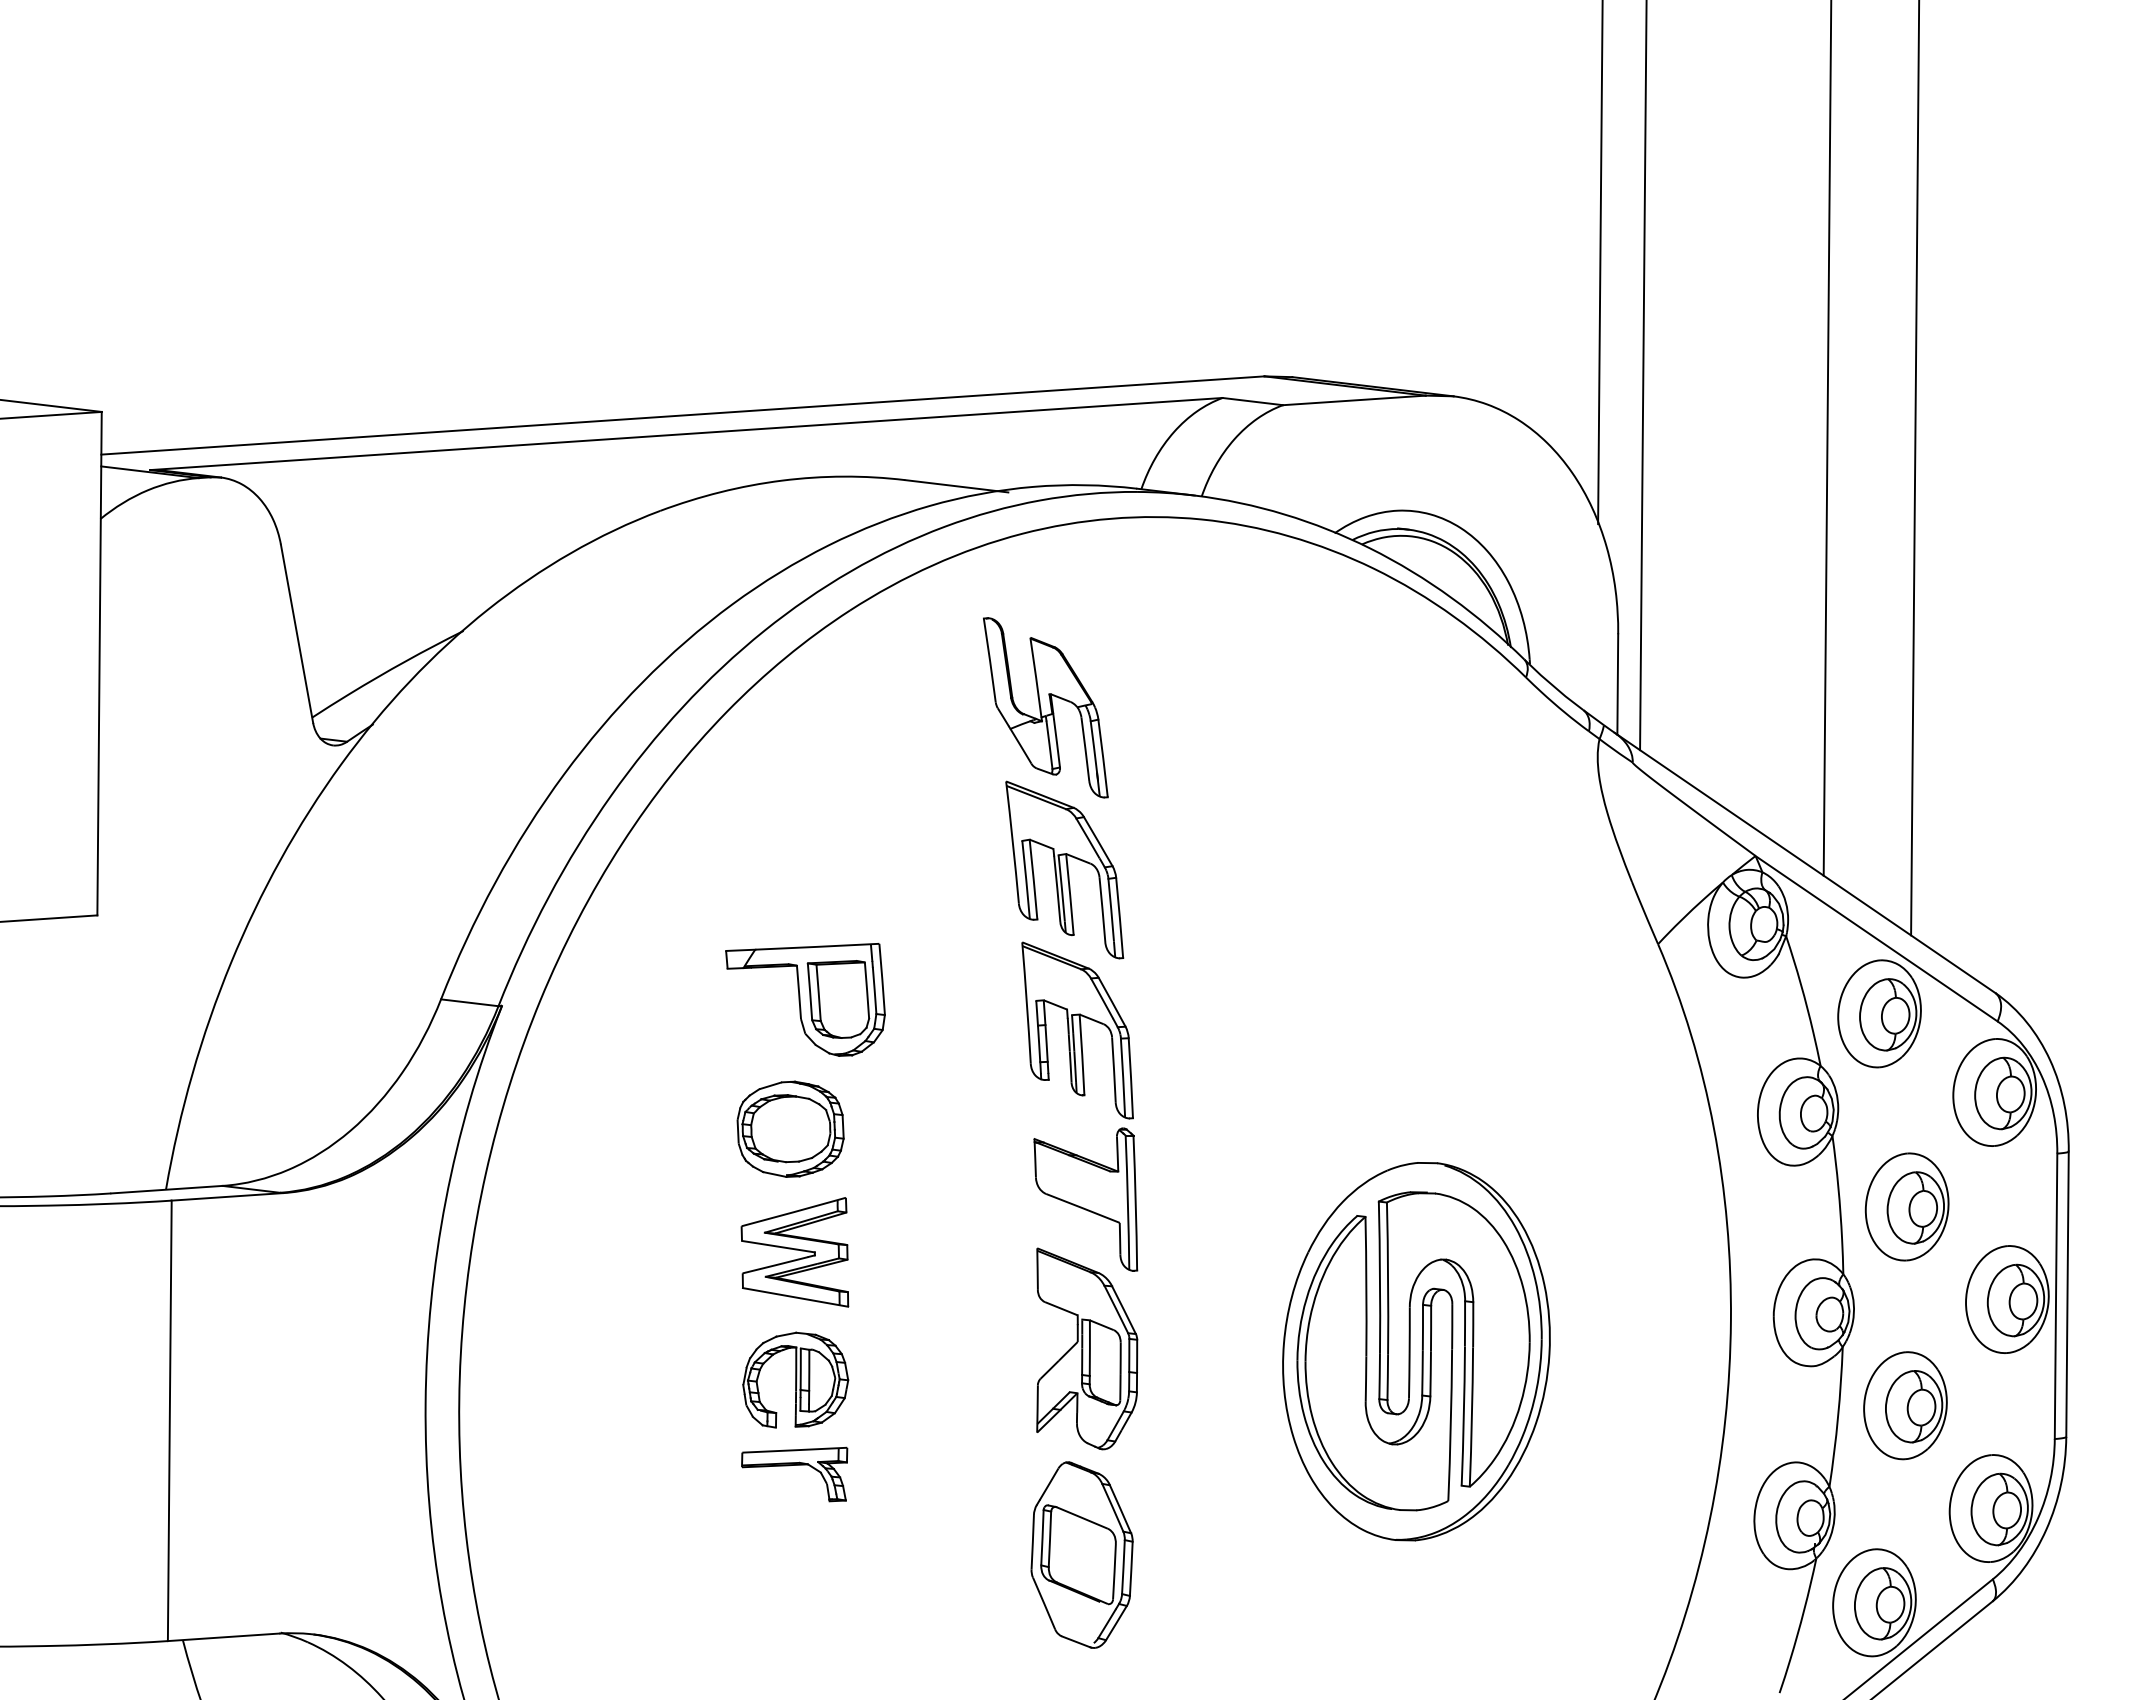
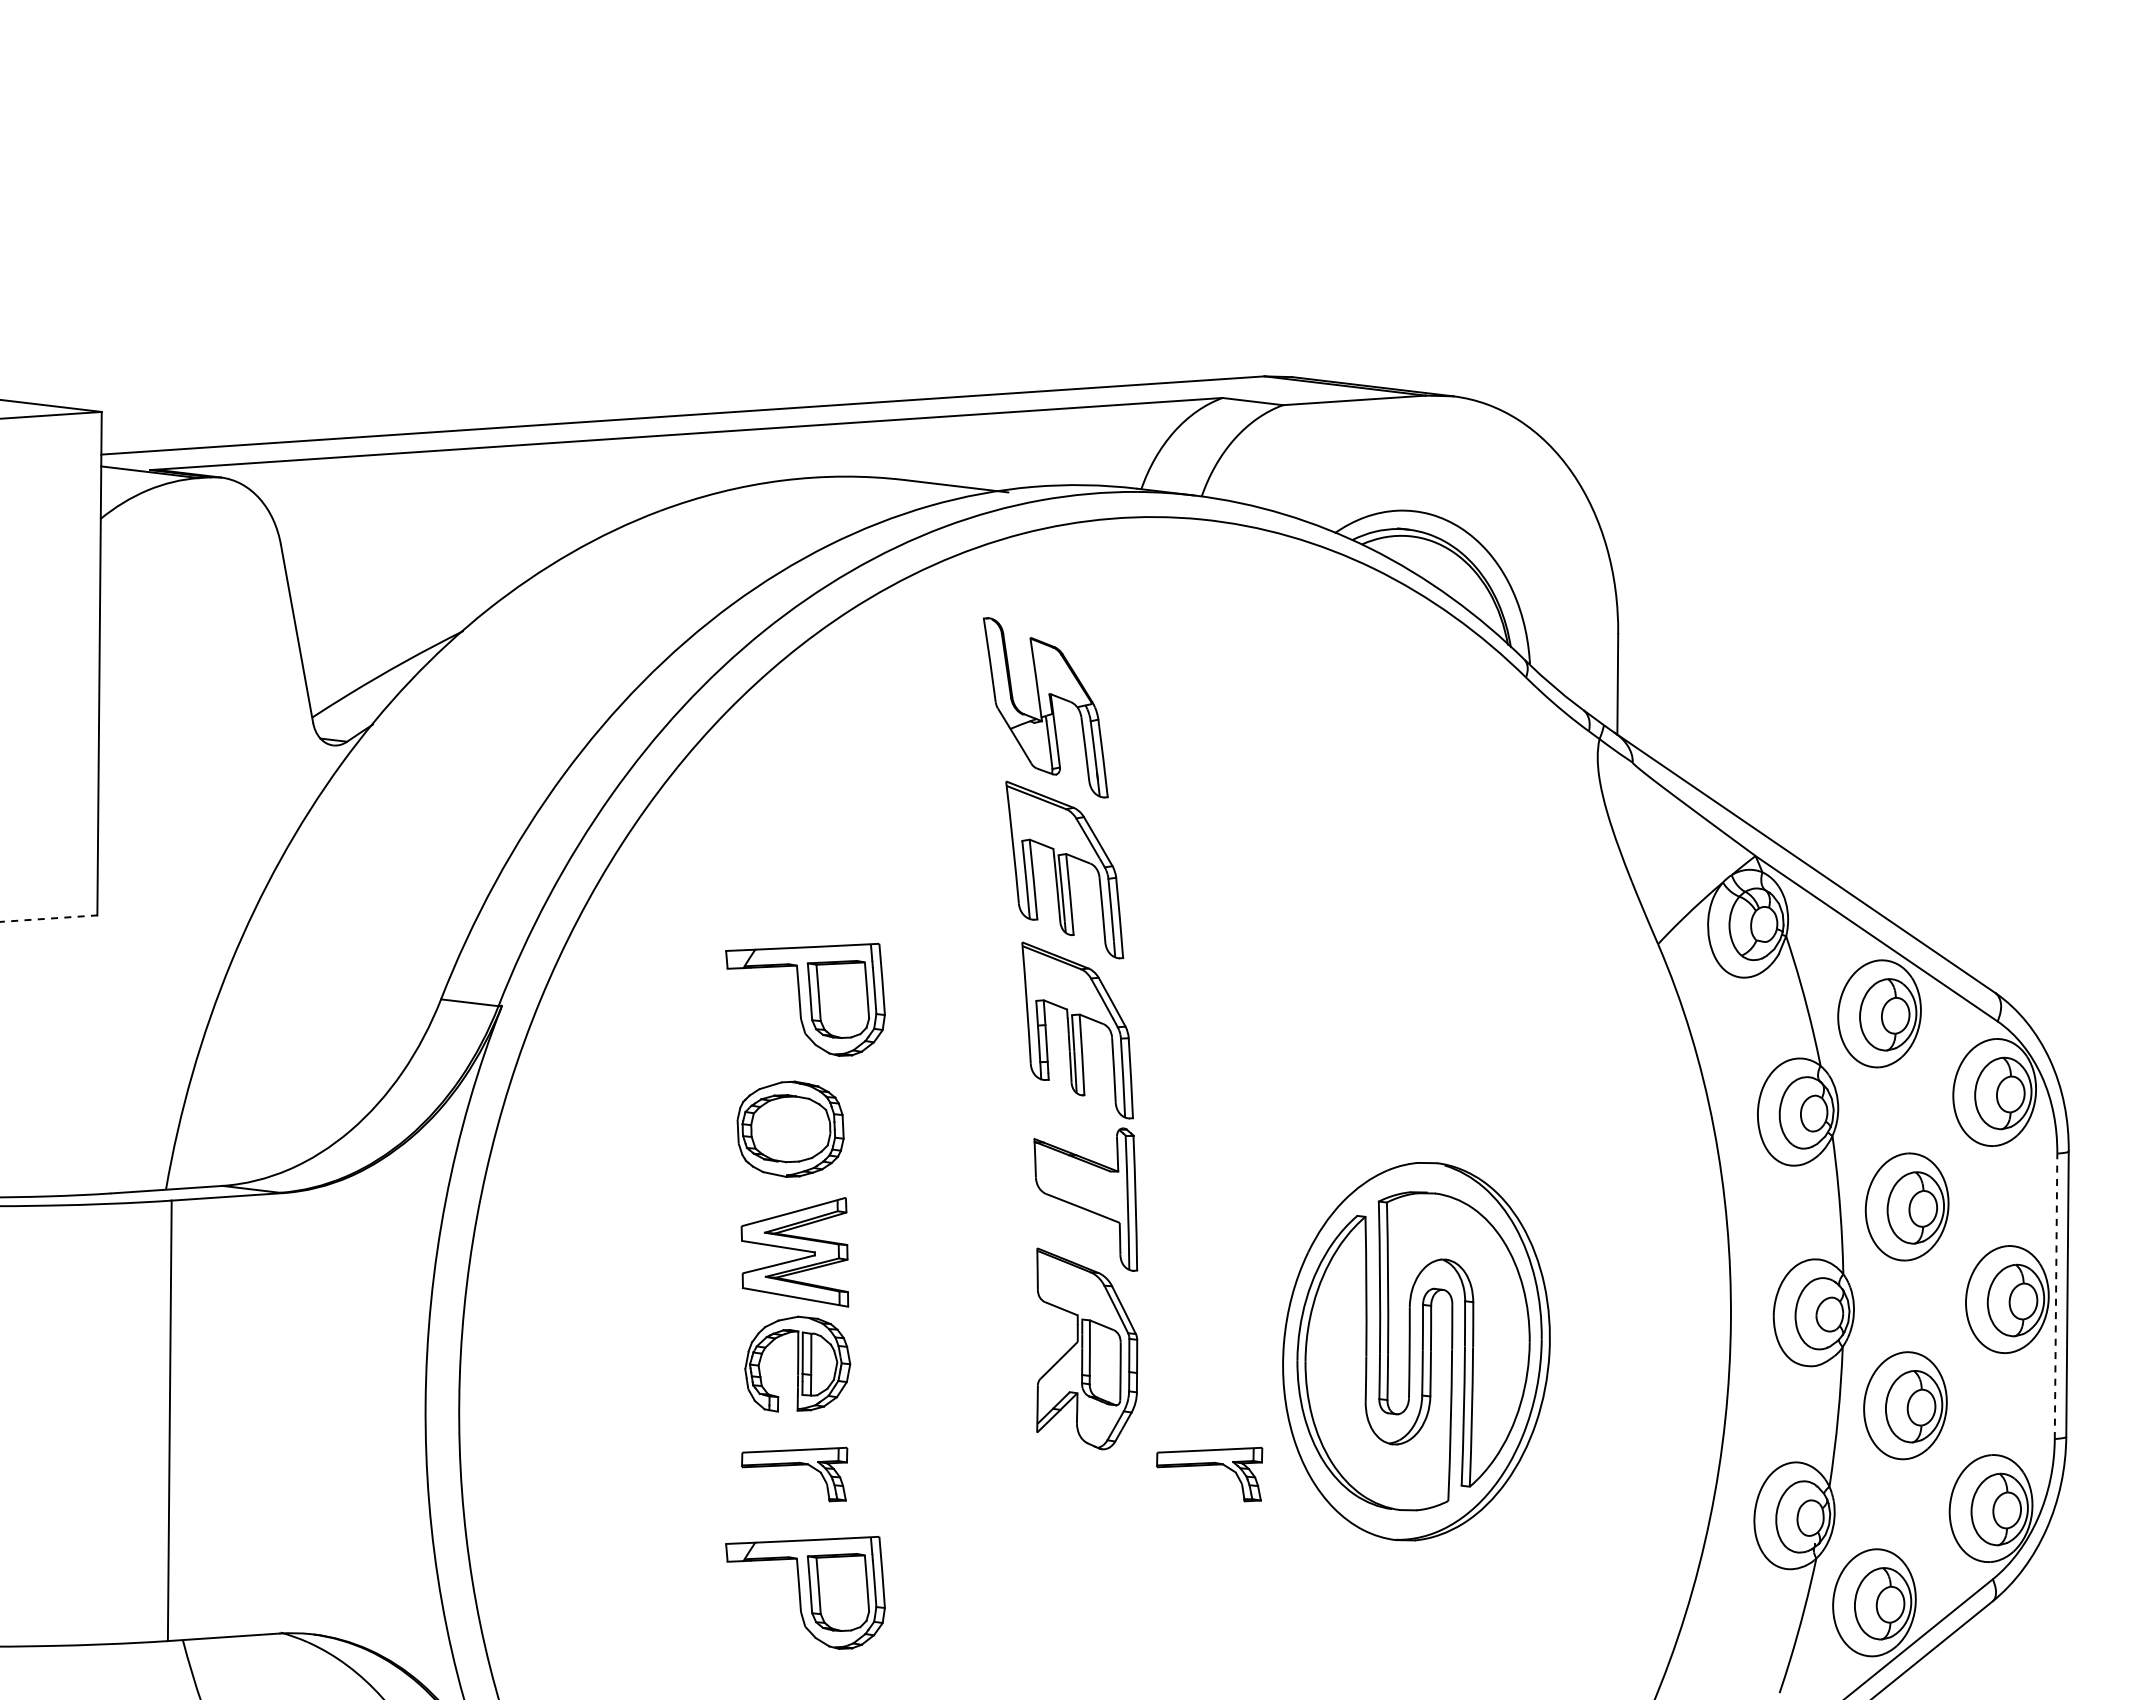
line at (1600, 263): present -> none
line at (1643, 376): present -> none
line at (1827, 438): present -> none
line at (1915, 468): present -> none
line at (49, 918): solid -> dashed
line at (2056, 1296): solid -> dashed
part at (795, 1379) position: (795, 1379) -> (797, 1363)
part at (1209, 1465): none -> present
part at (1081, 1554): present -> none
part at (805, 1592): none -> present
